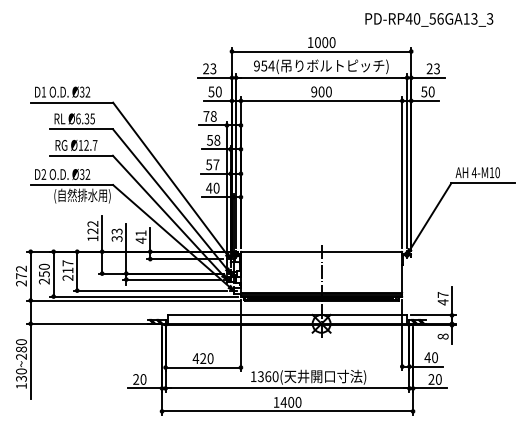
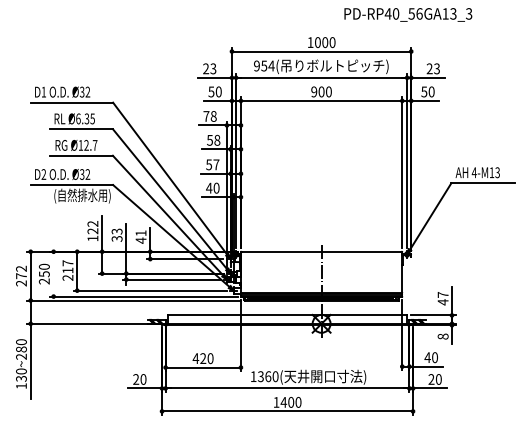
text at (429, 19) position: (429, 19) -> (408, 14)
text at (497, 172): 4-M10 -> 4-M13
line at (53, 273): present -> none
